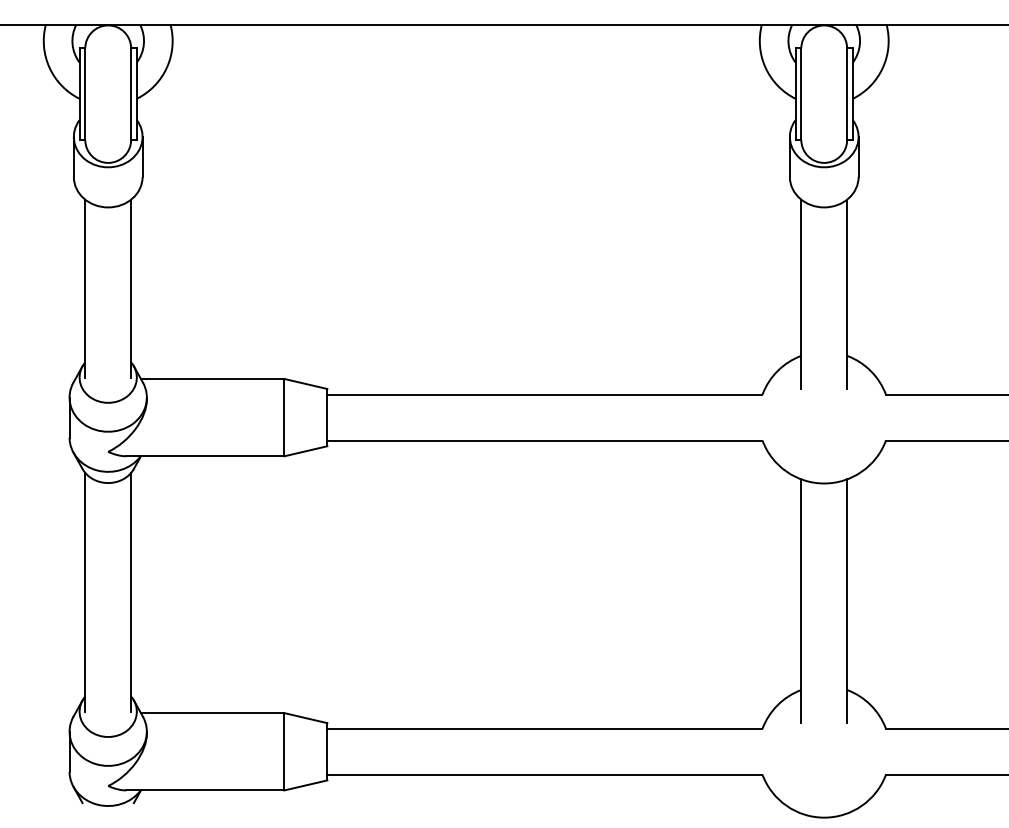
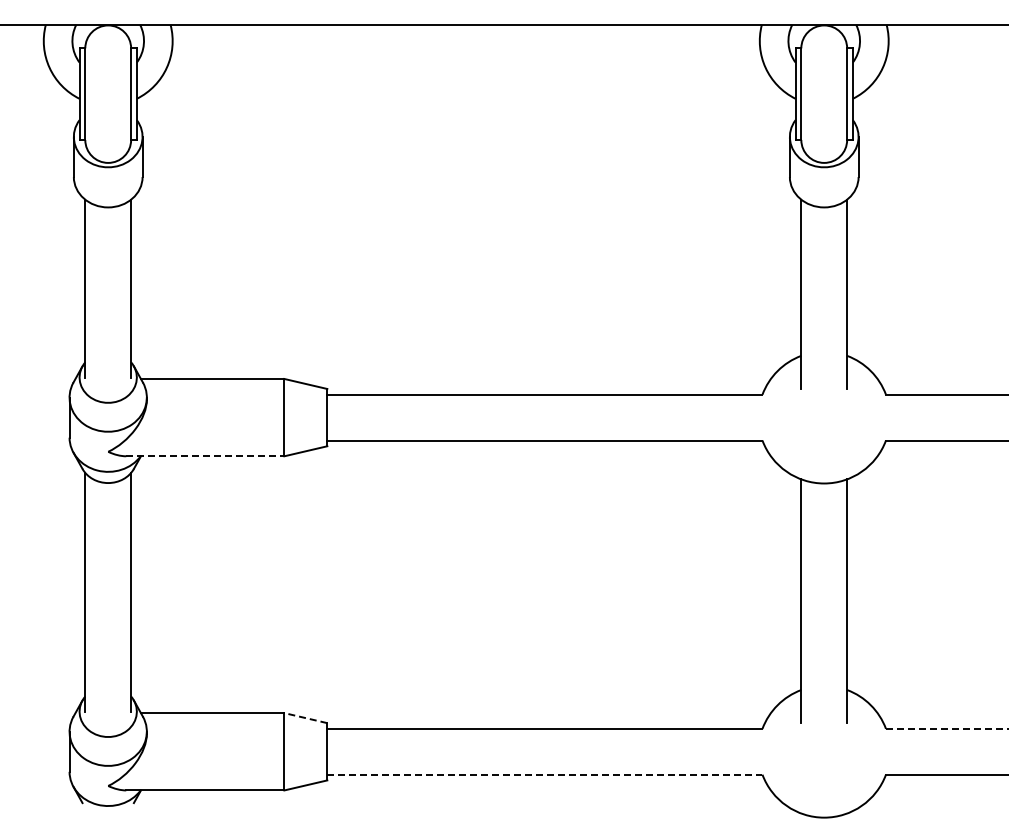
line at (205, 456): solid -> dashed
line at (305, 718): solid -> dashed
line at (947, 728): solid -> dashed
line at (544, 774): solid -> dashed
